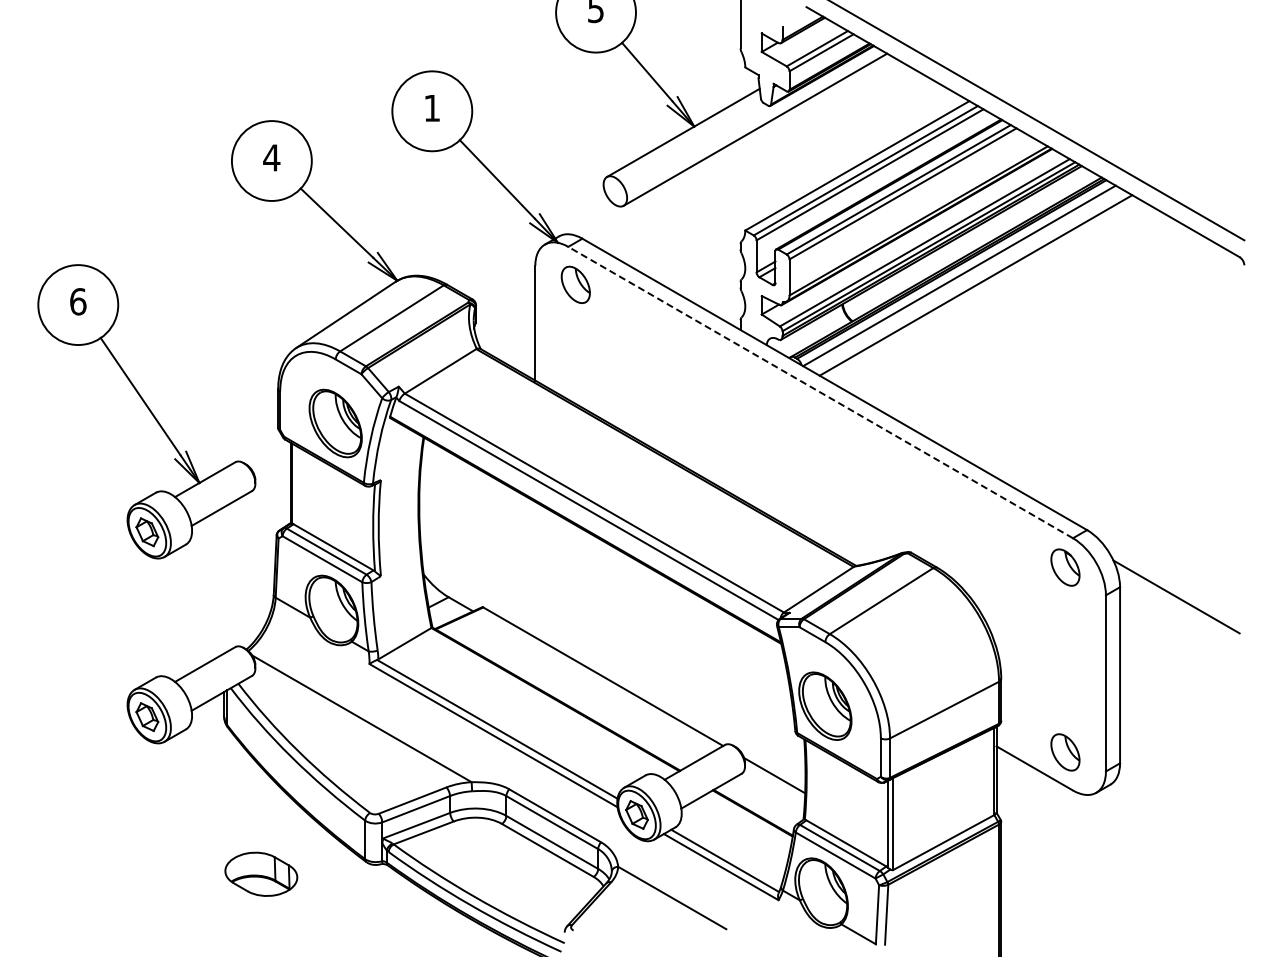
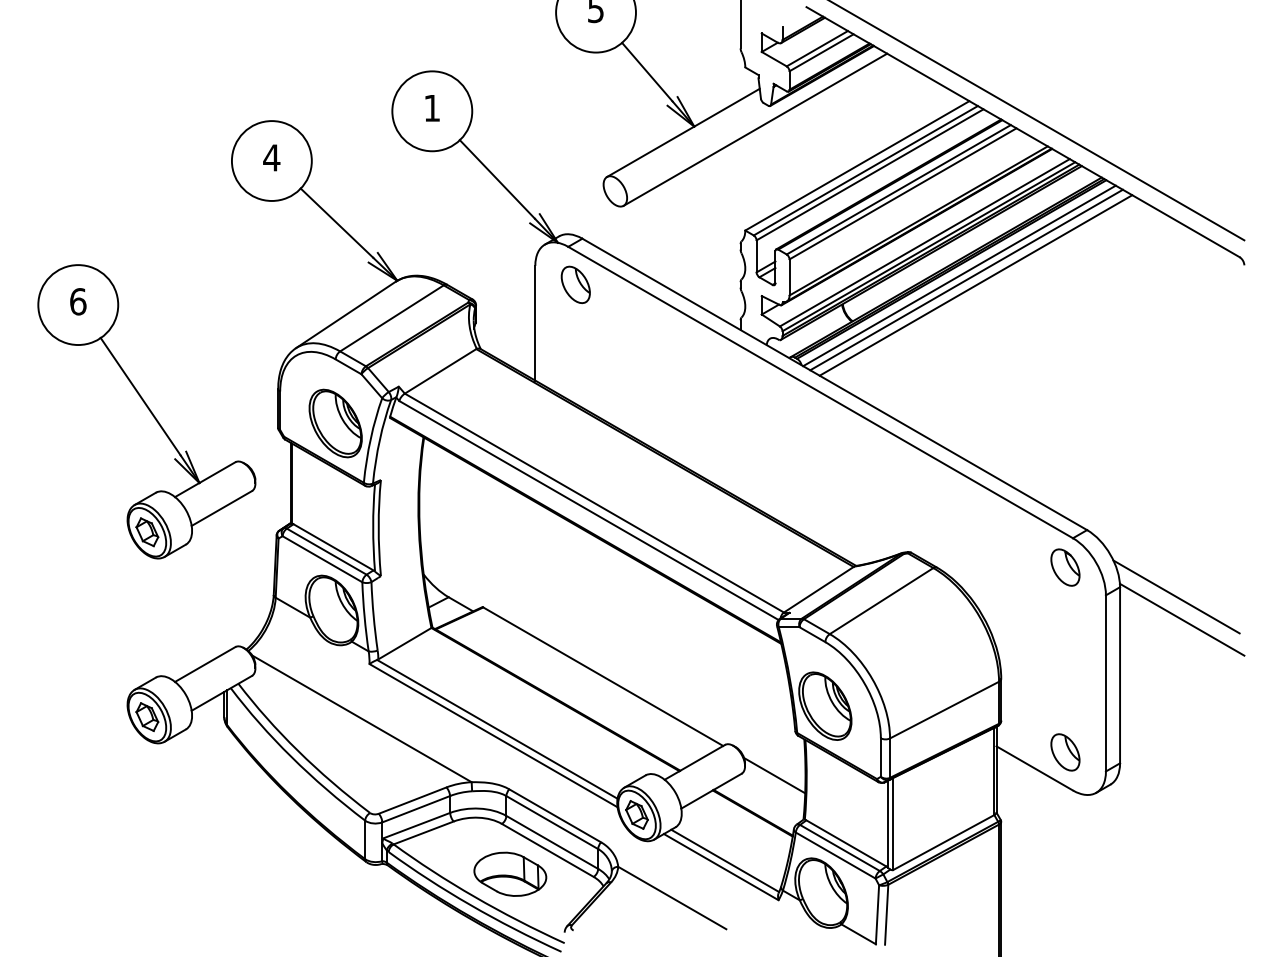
line at (966, 279): none -> present
line at (820, 392): dashed -> solid
line at (1181, 619): none -> present
part at (261, 873) position: (261, 873) -> (510, 873)
